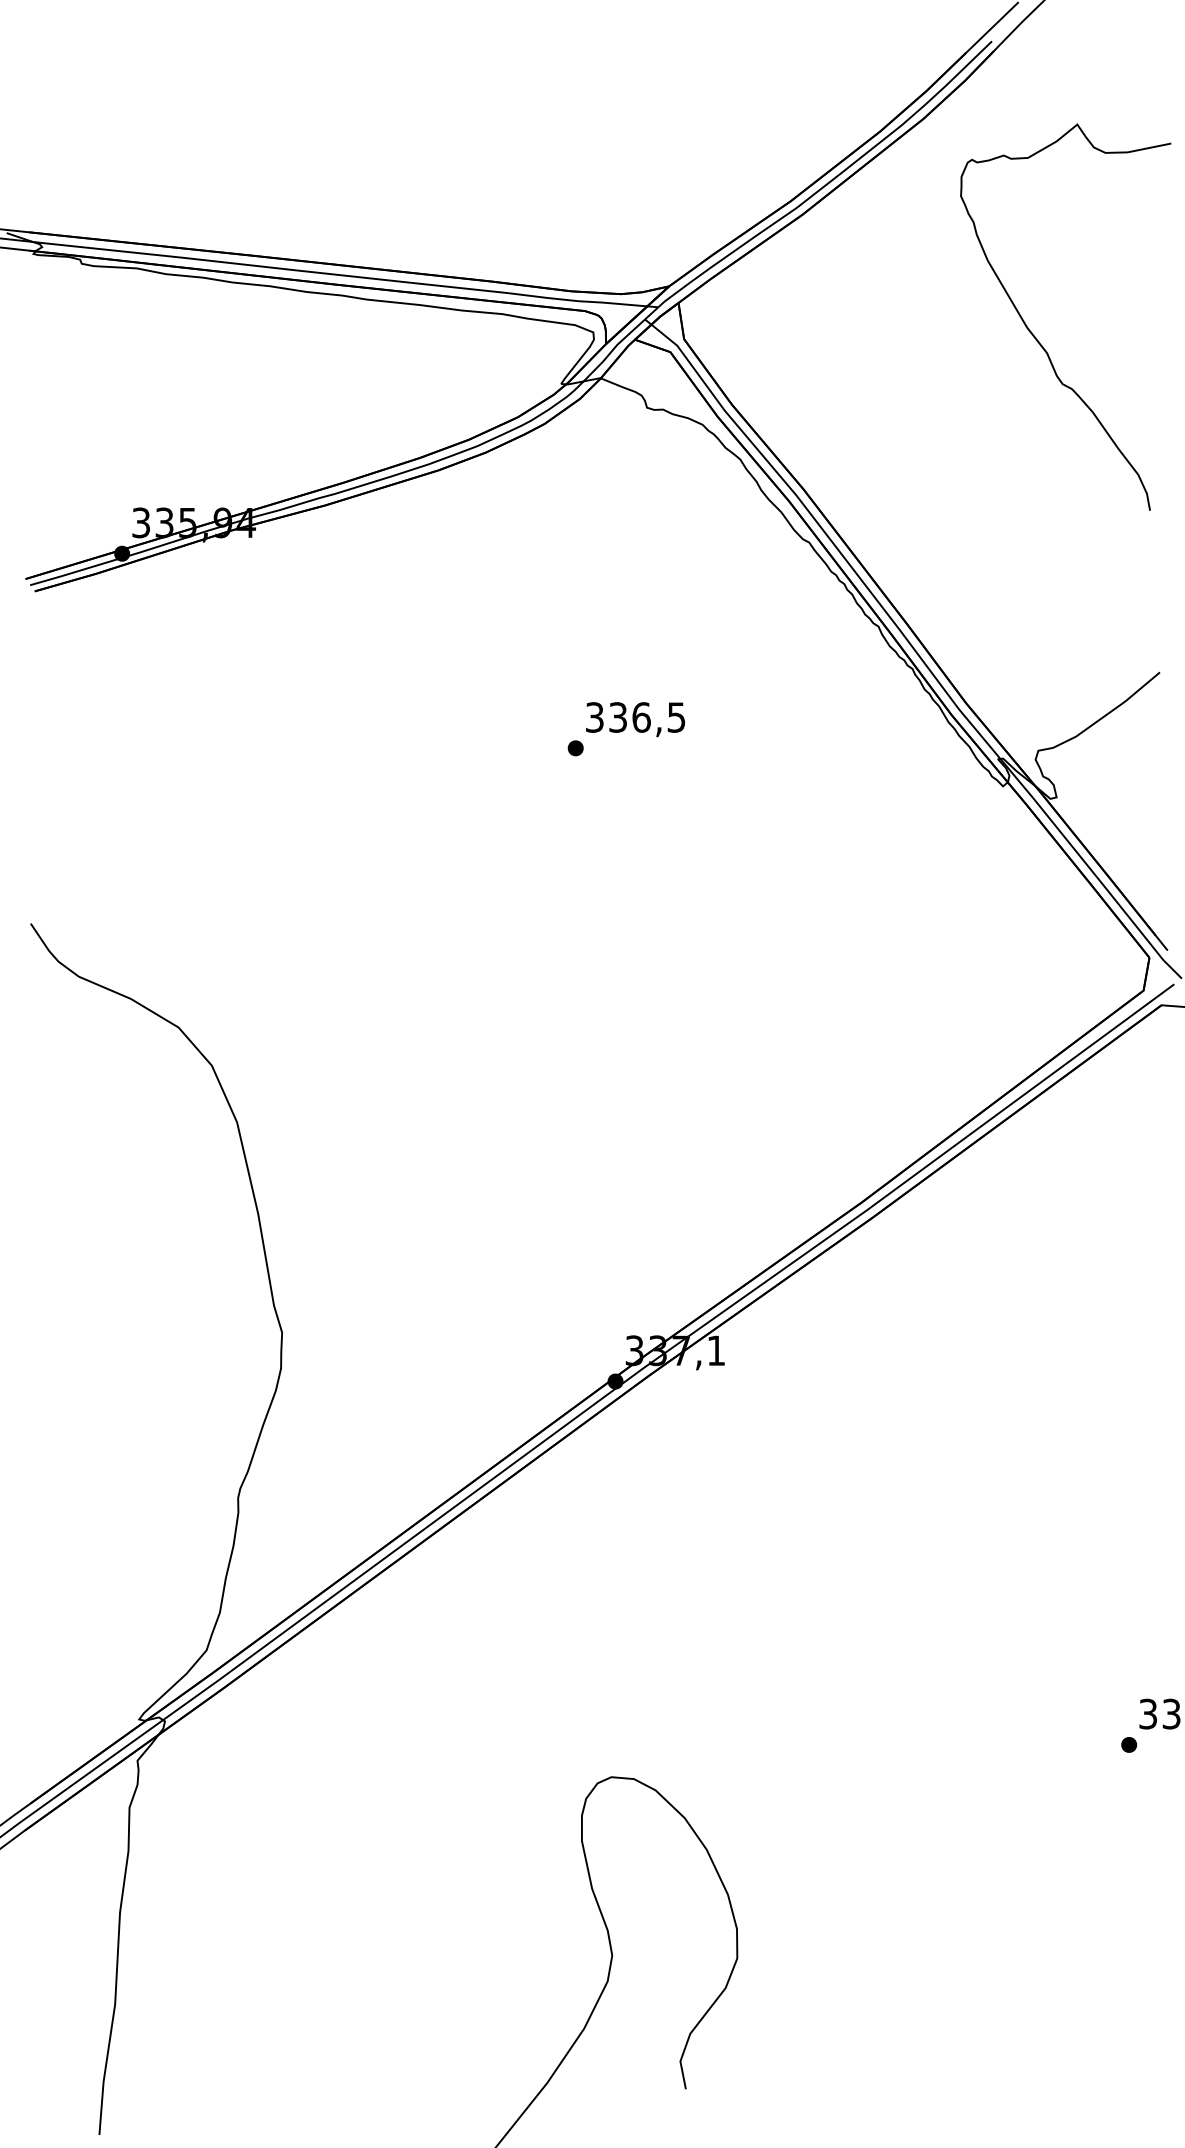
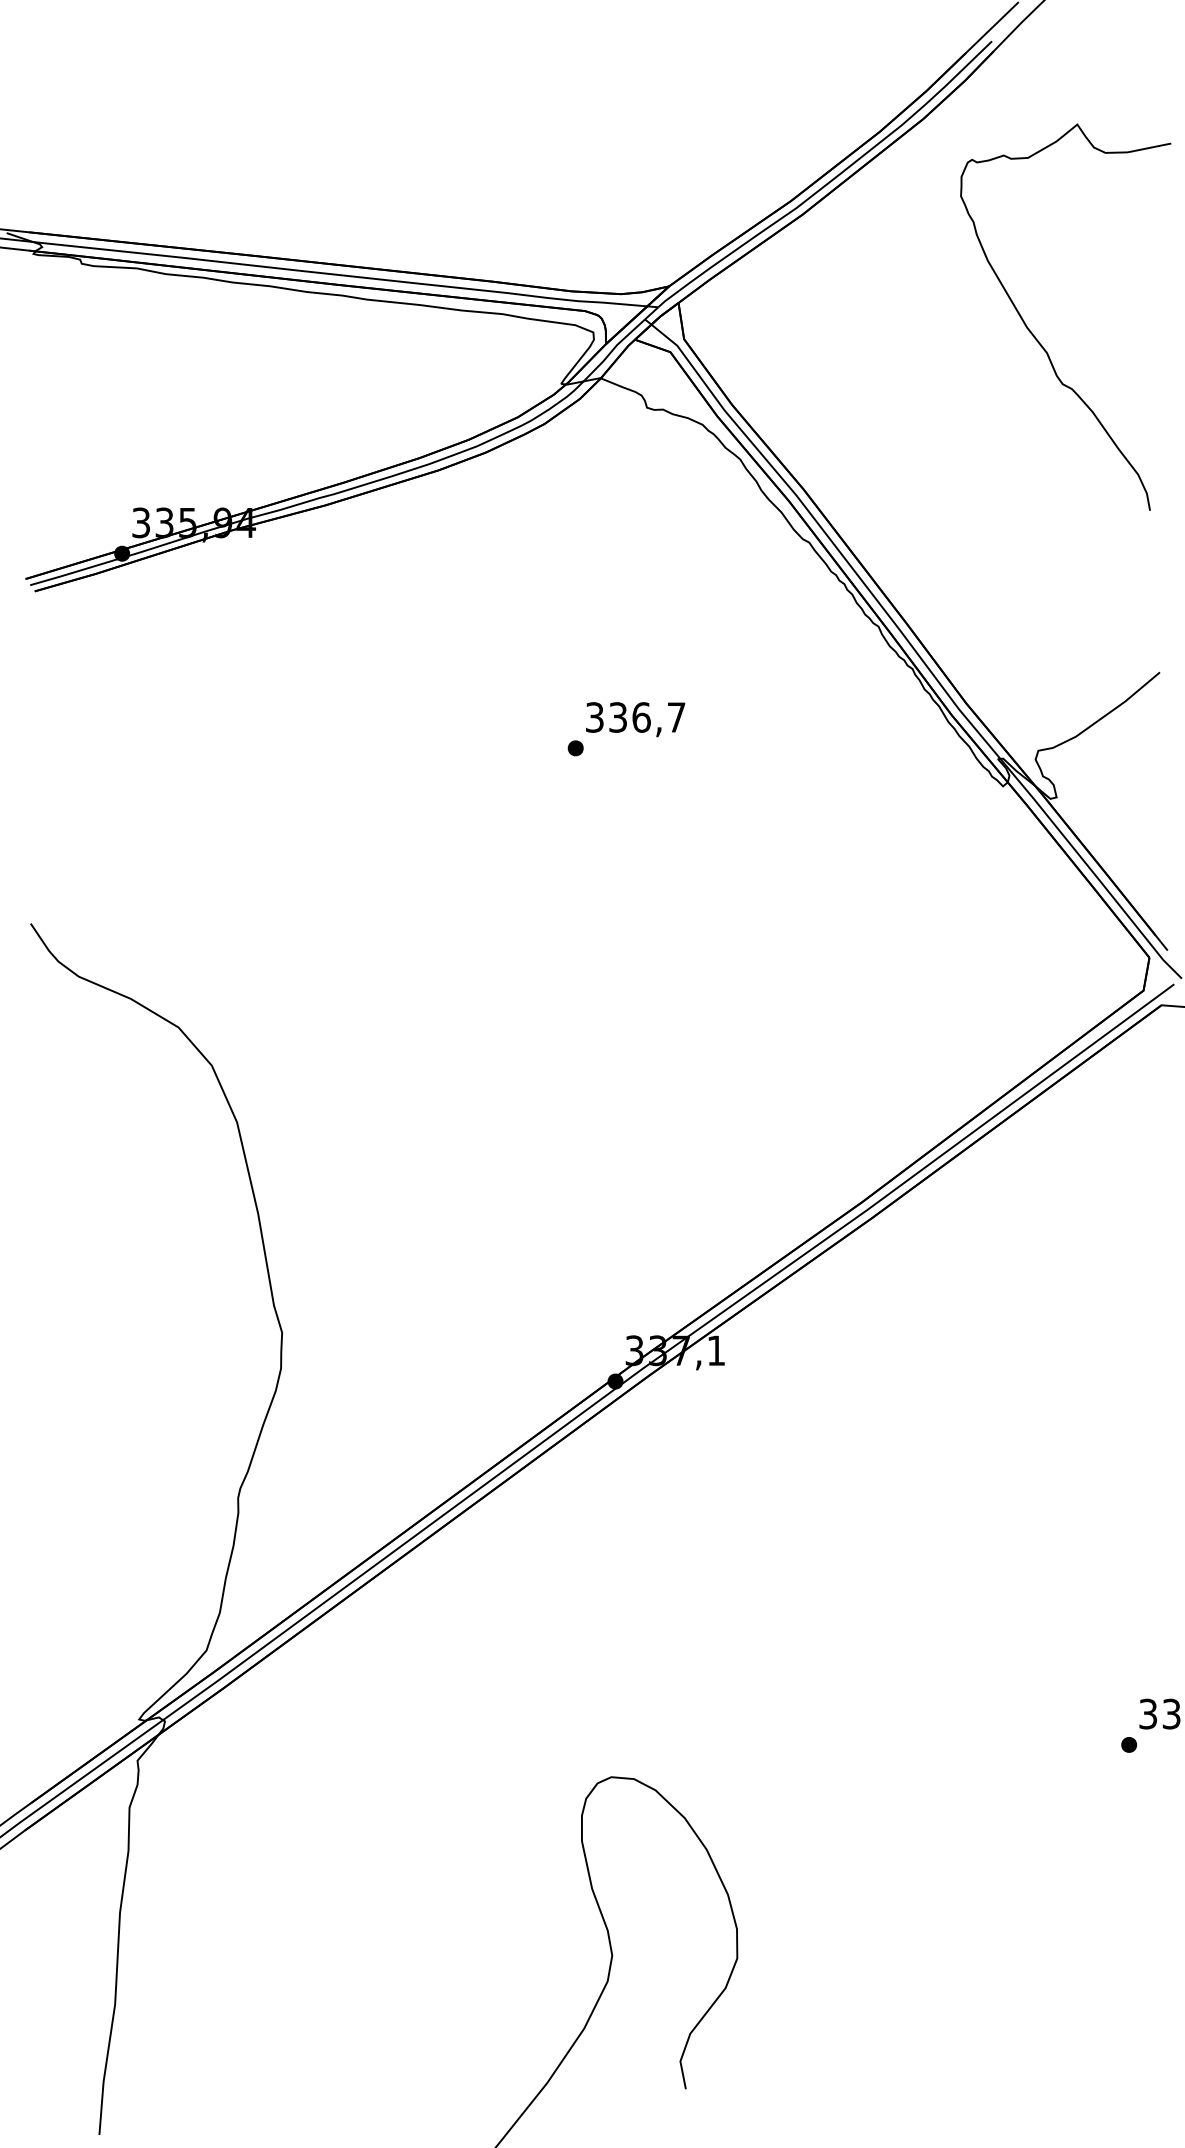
text at (676, 717): 336,5 -> 336,7
